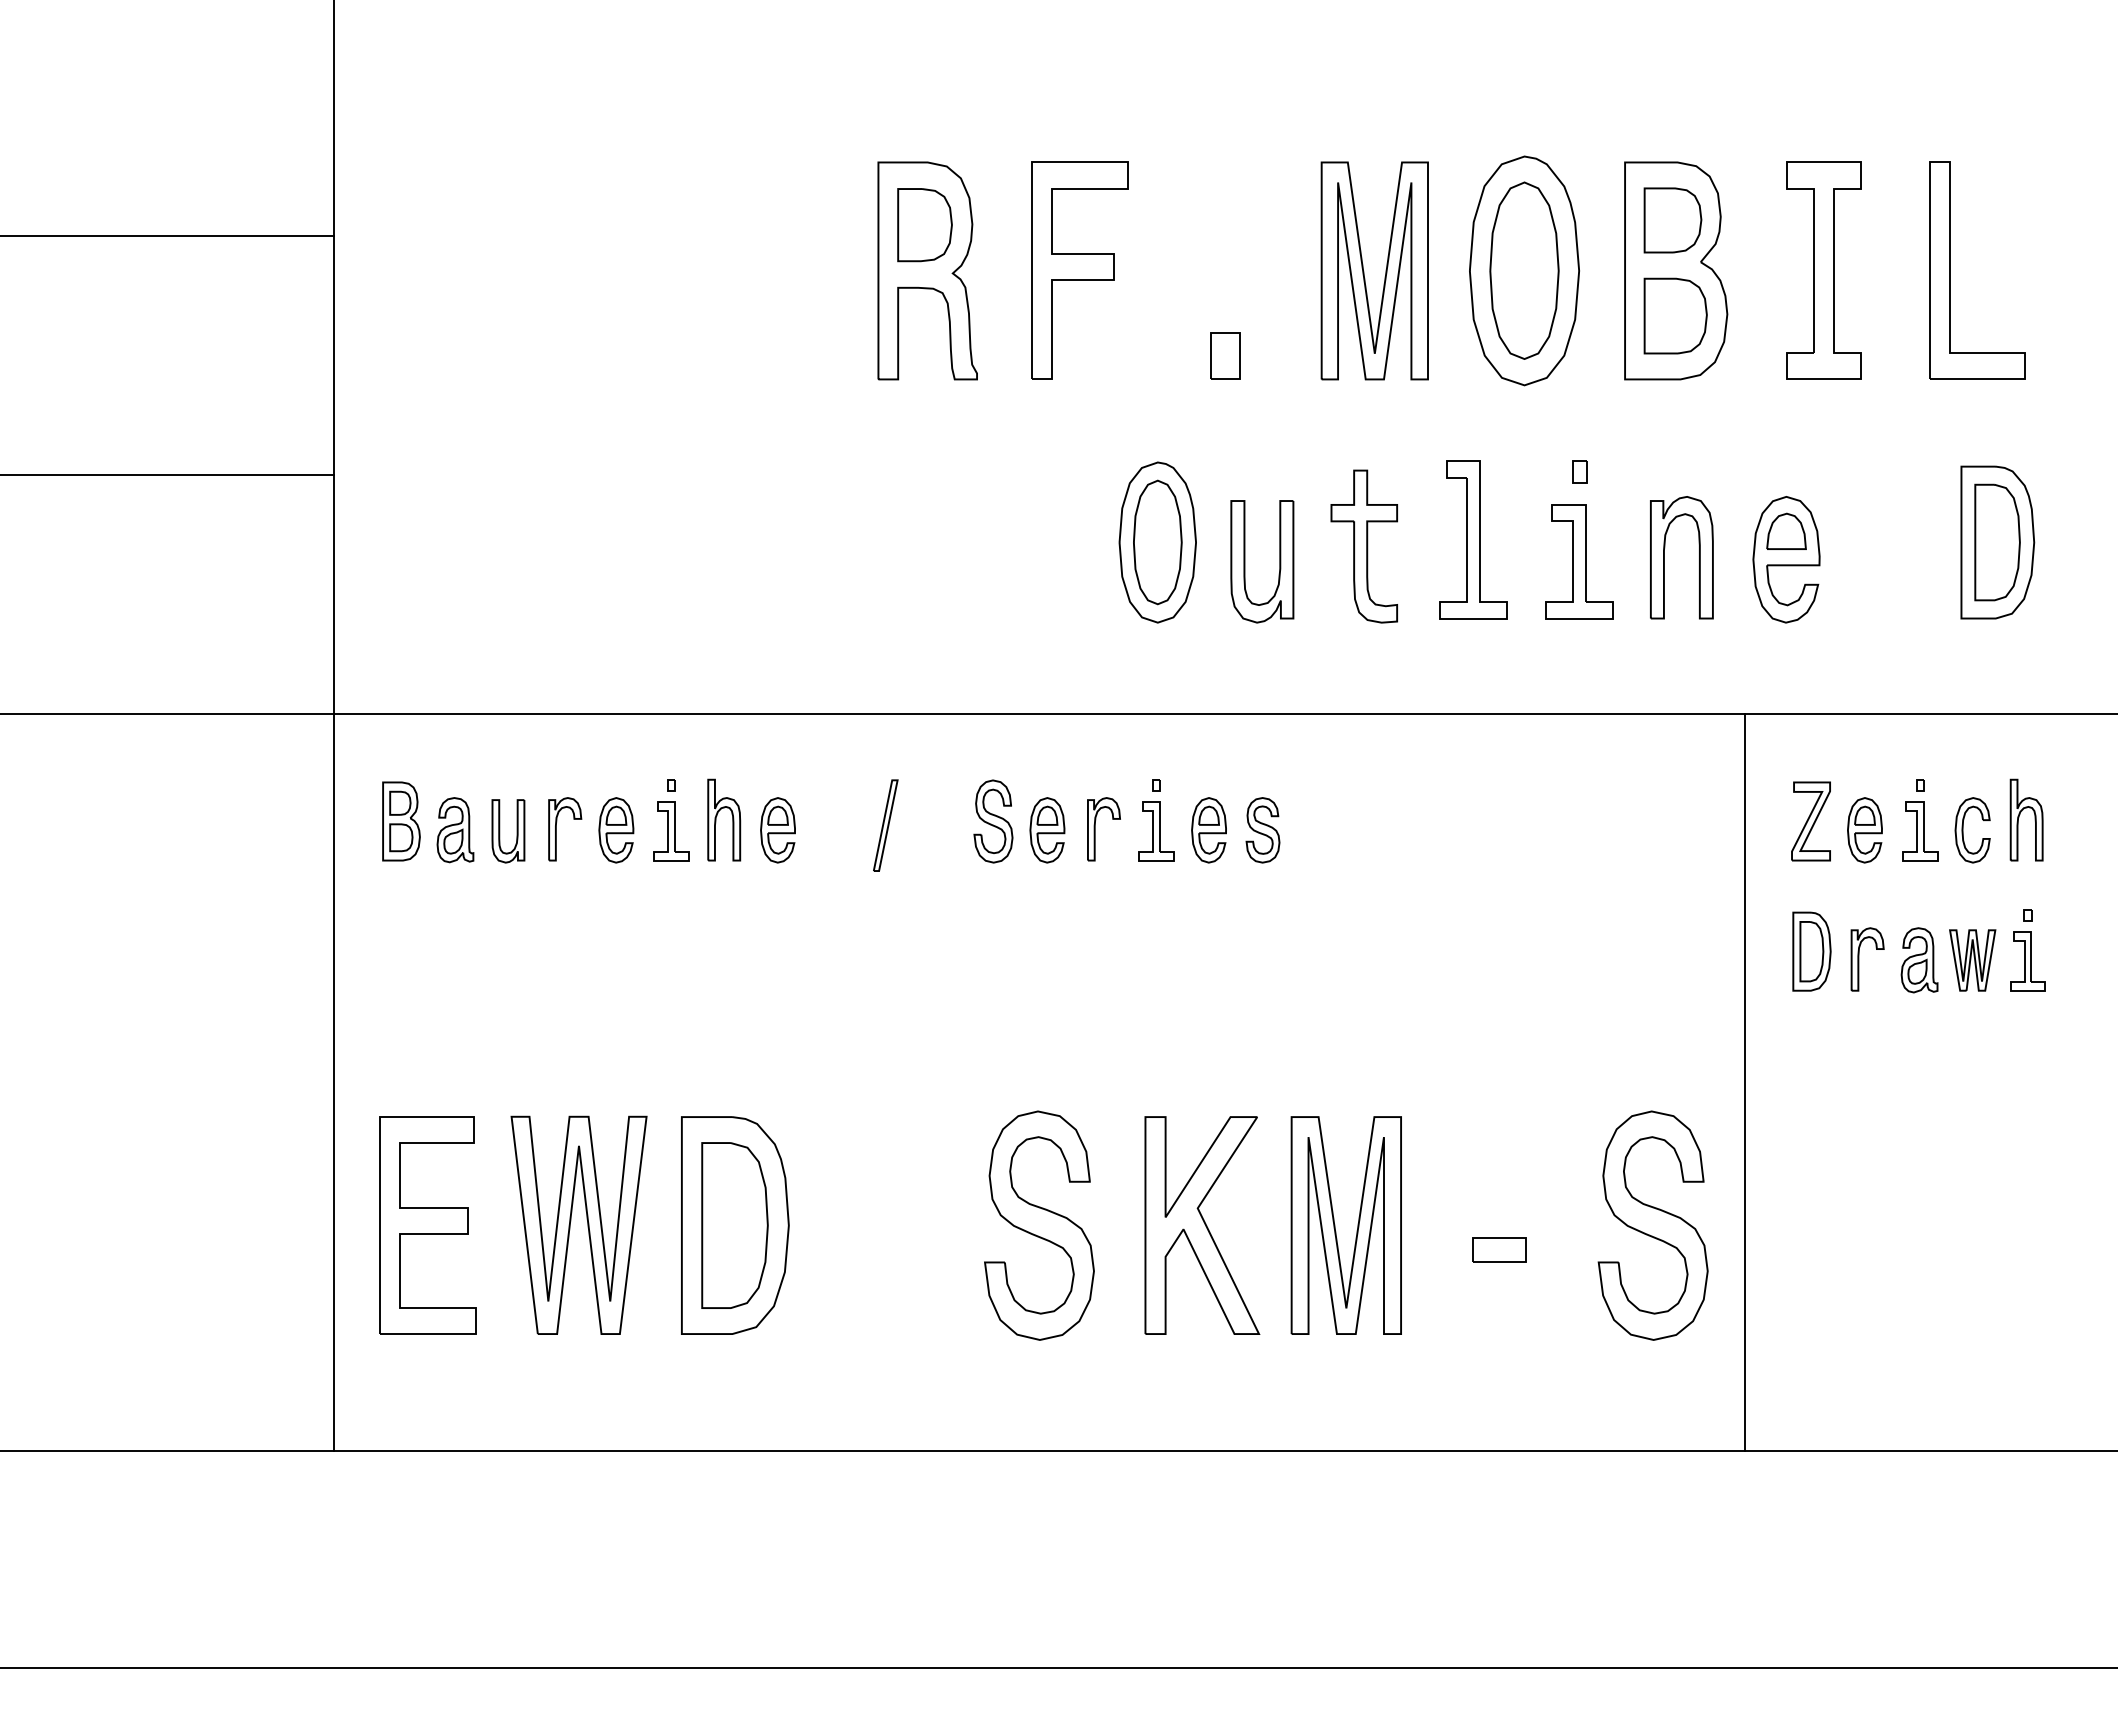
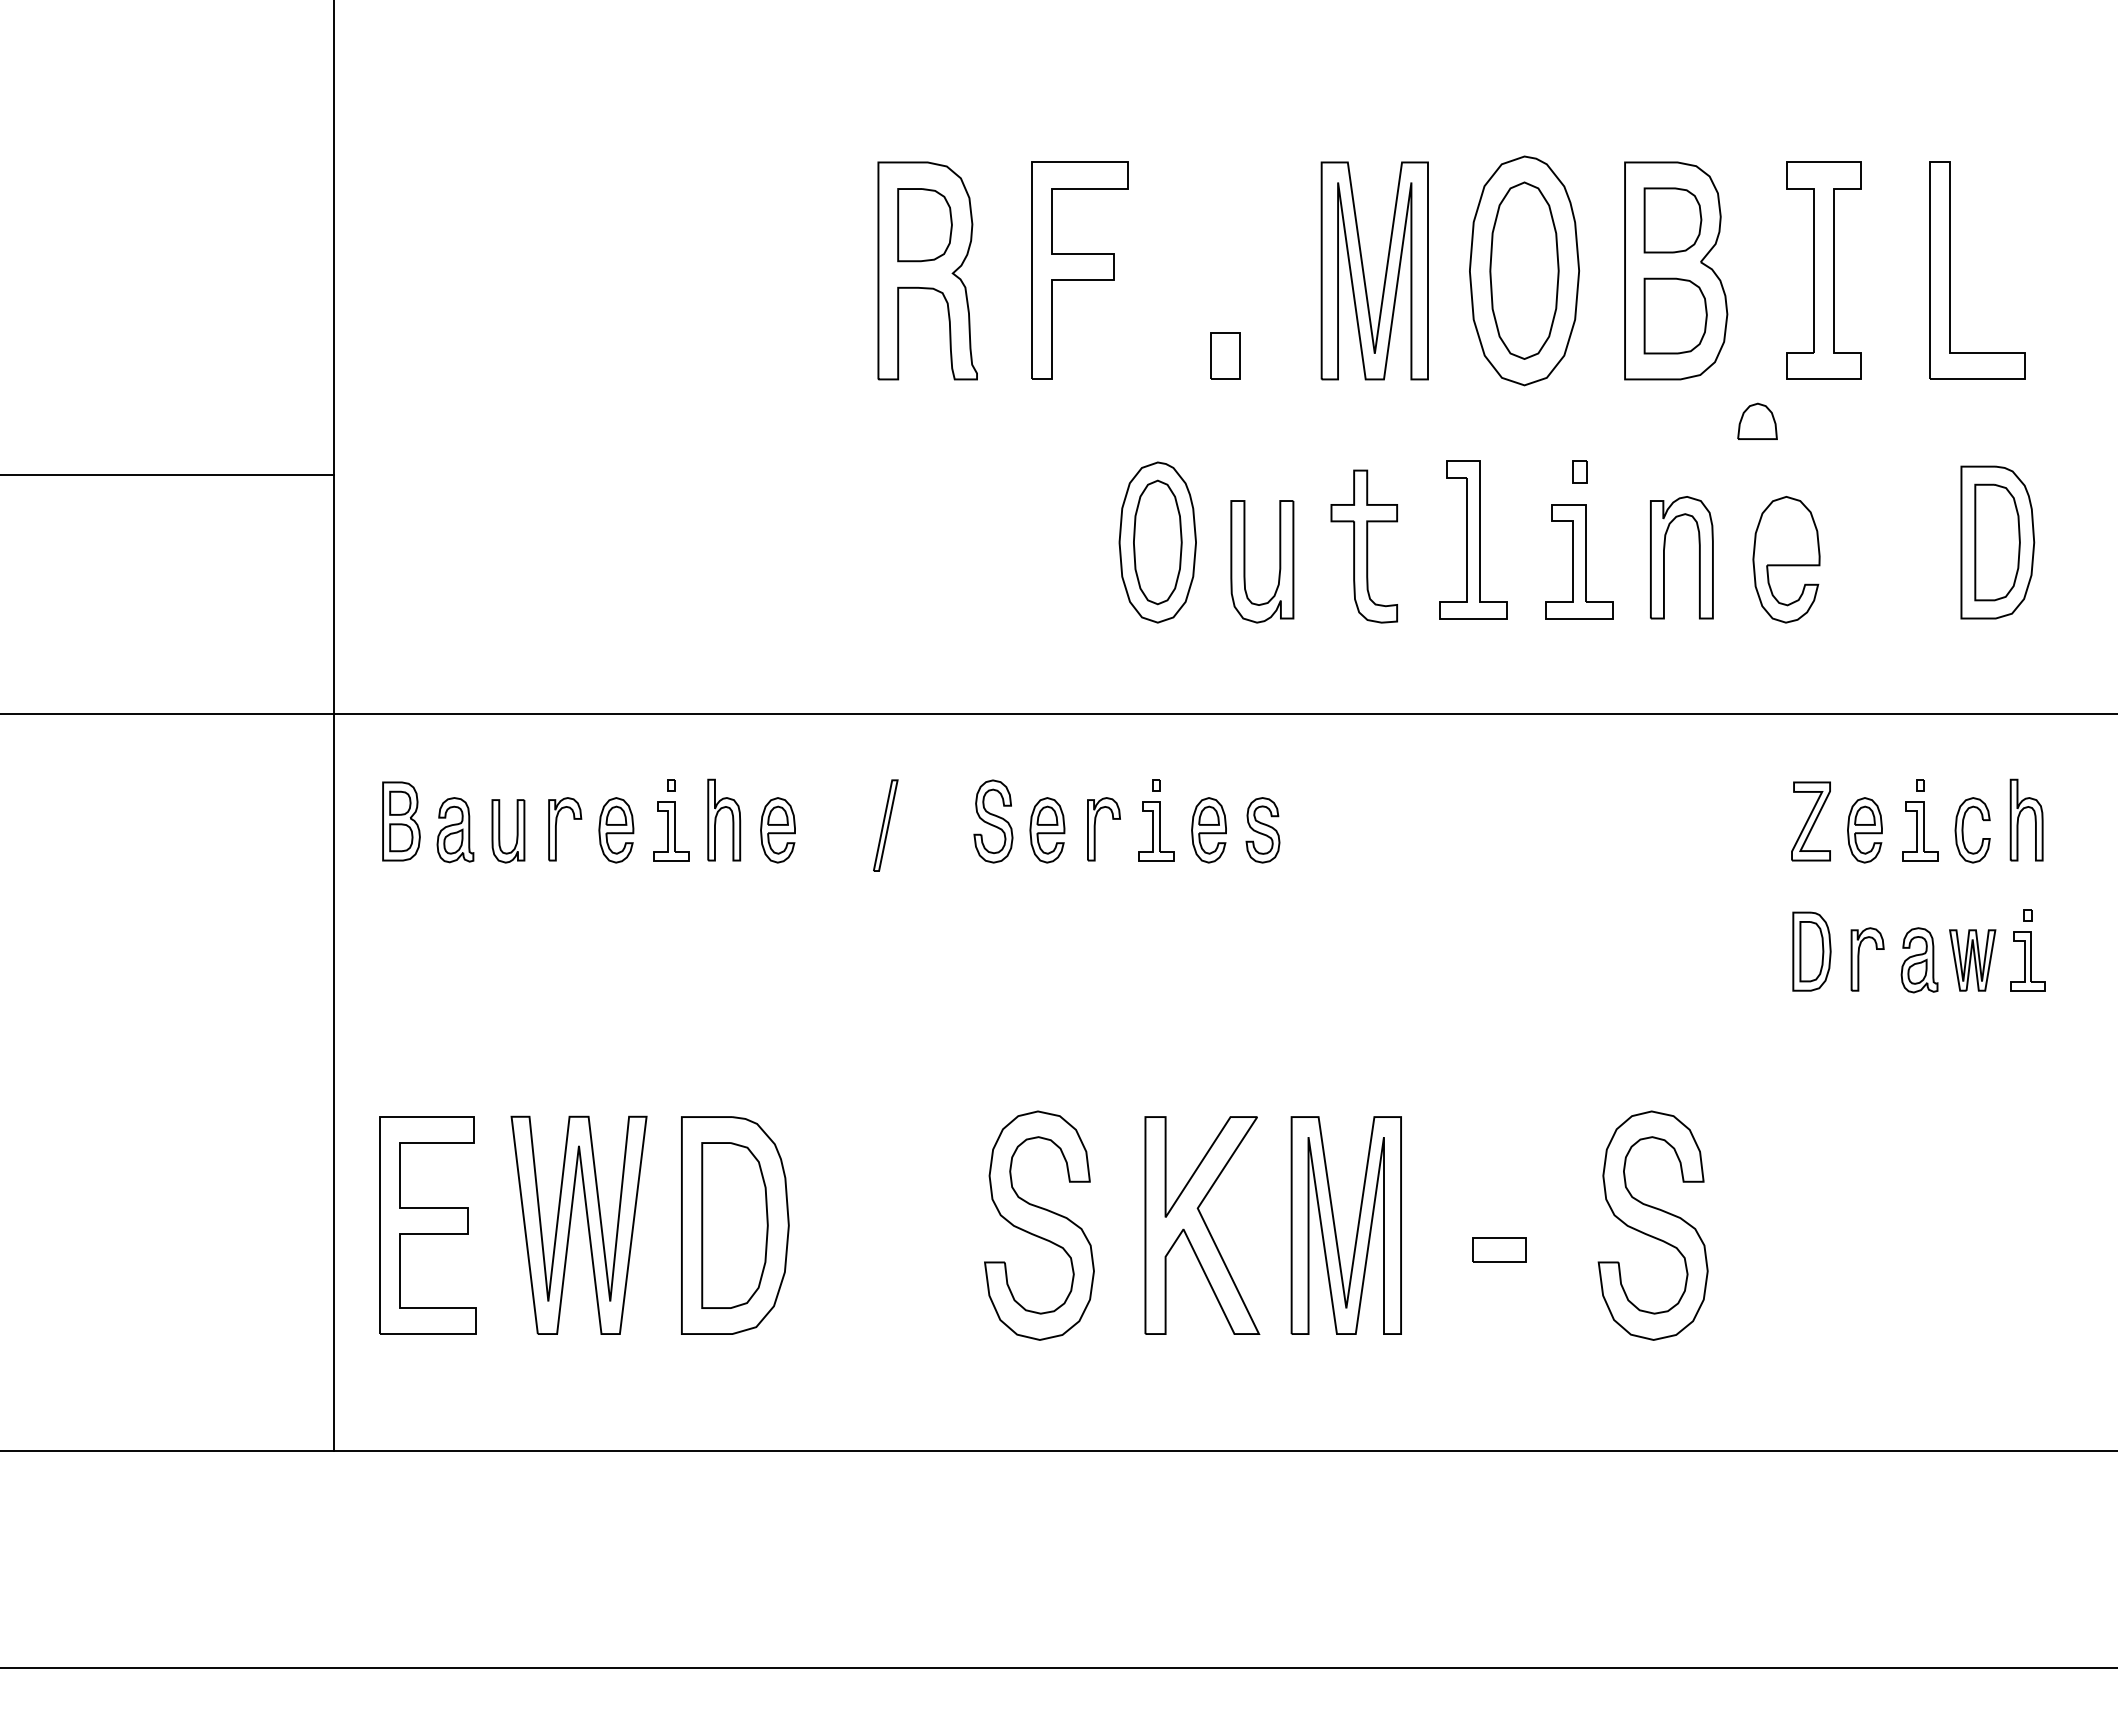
line at (168, 236): present -> none
part at (1786, 530) position: (1786, 530) -> (1757, 420)
line at (1744, 1082): present -> none
